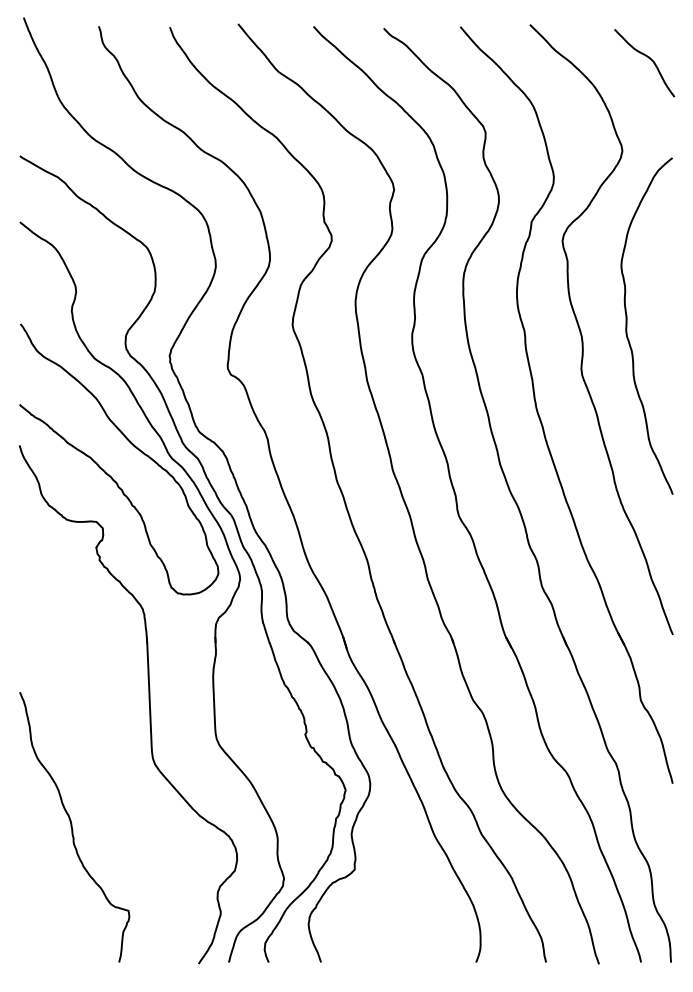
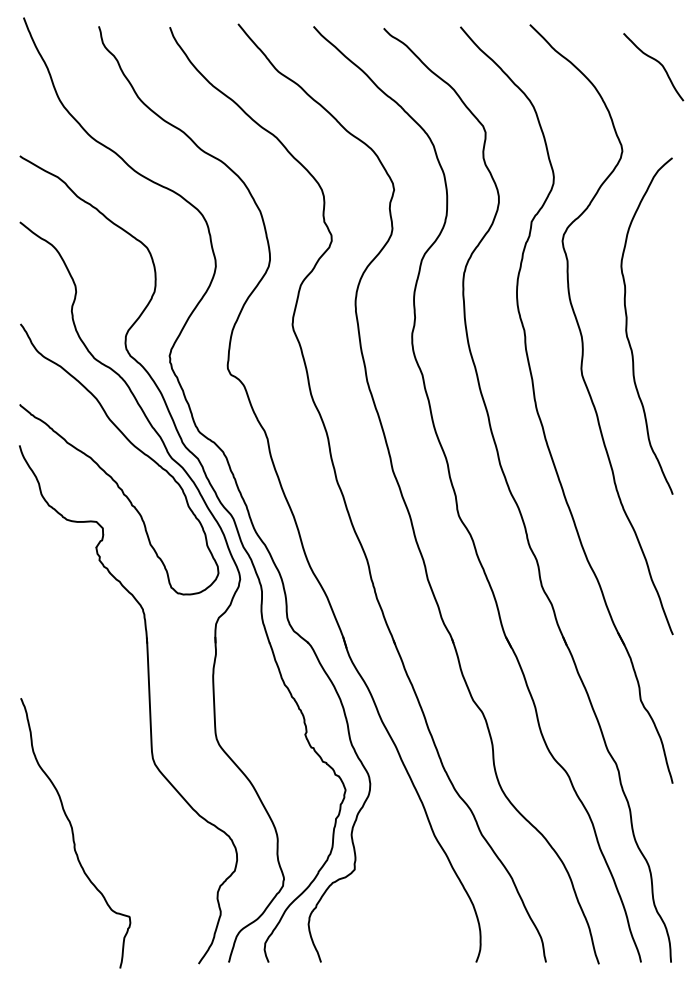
curve at (648, 58) position: (648, 58) -> (657, 62)
curve at (72, 827) position: (72, 827) -> (73, 833)
